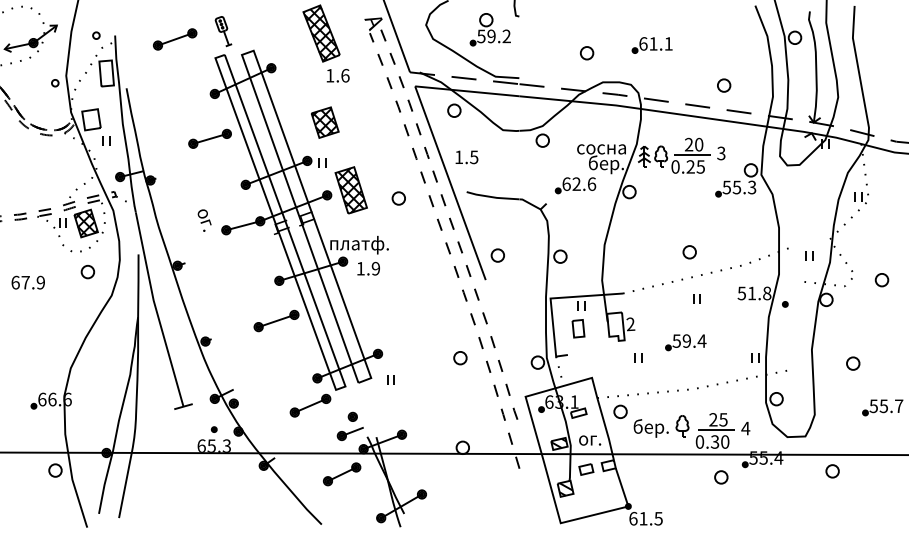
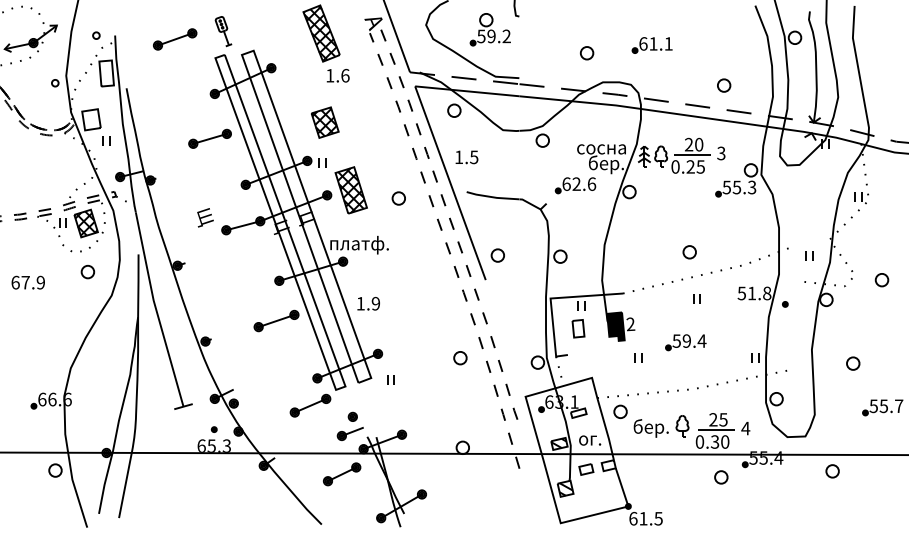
text at (205, 219): ог. -> Щ
text at (368, 268) position: (368, 268) -> (368, 303)
fill at (615, 326): none -> present
